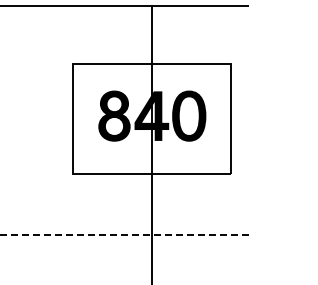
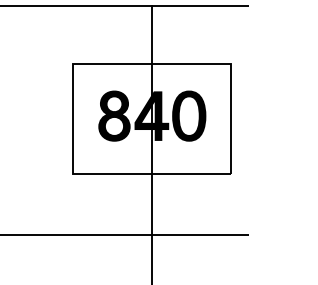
line at (124, 235): dashed -> solid
